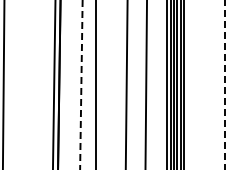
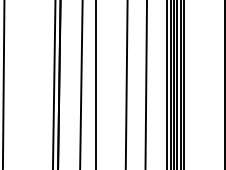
line at (81, 84): dashed -> solid
line at (224, 85): dashed -> solid
